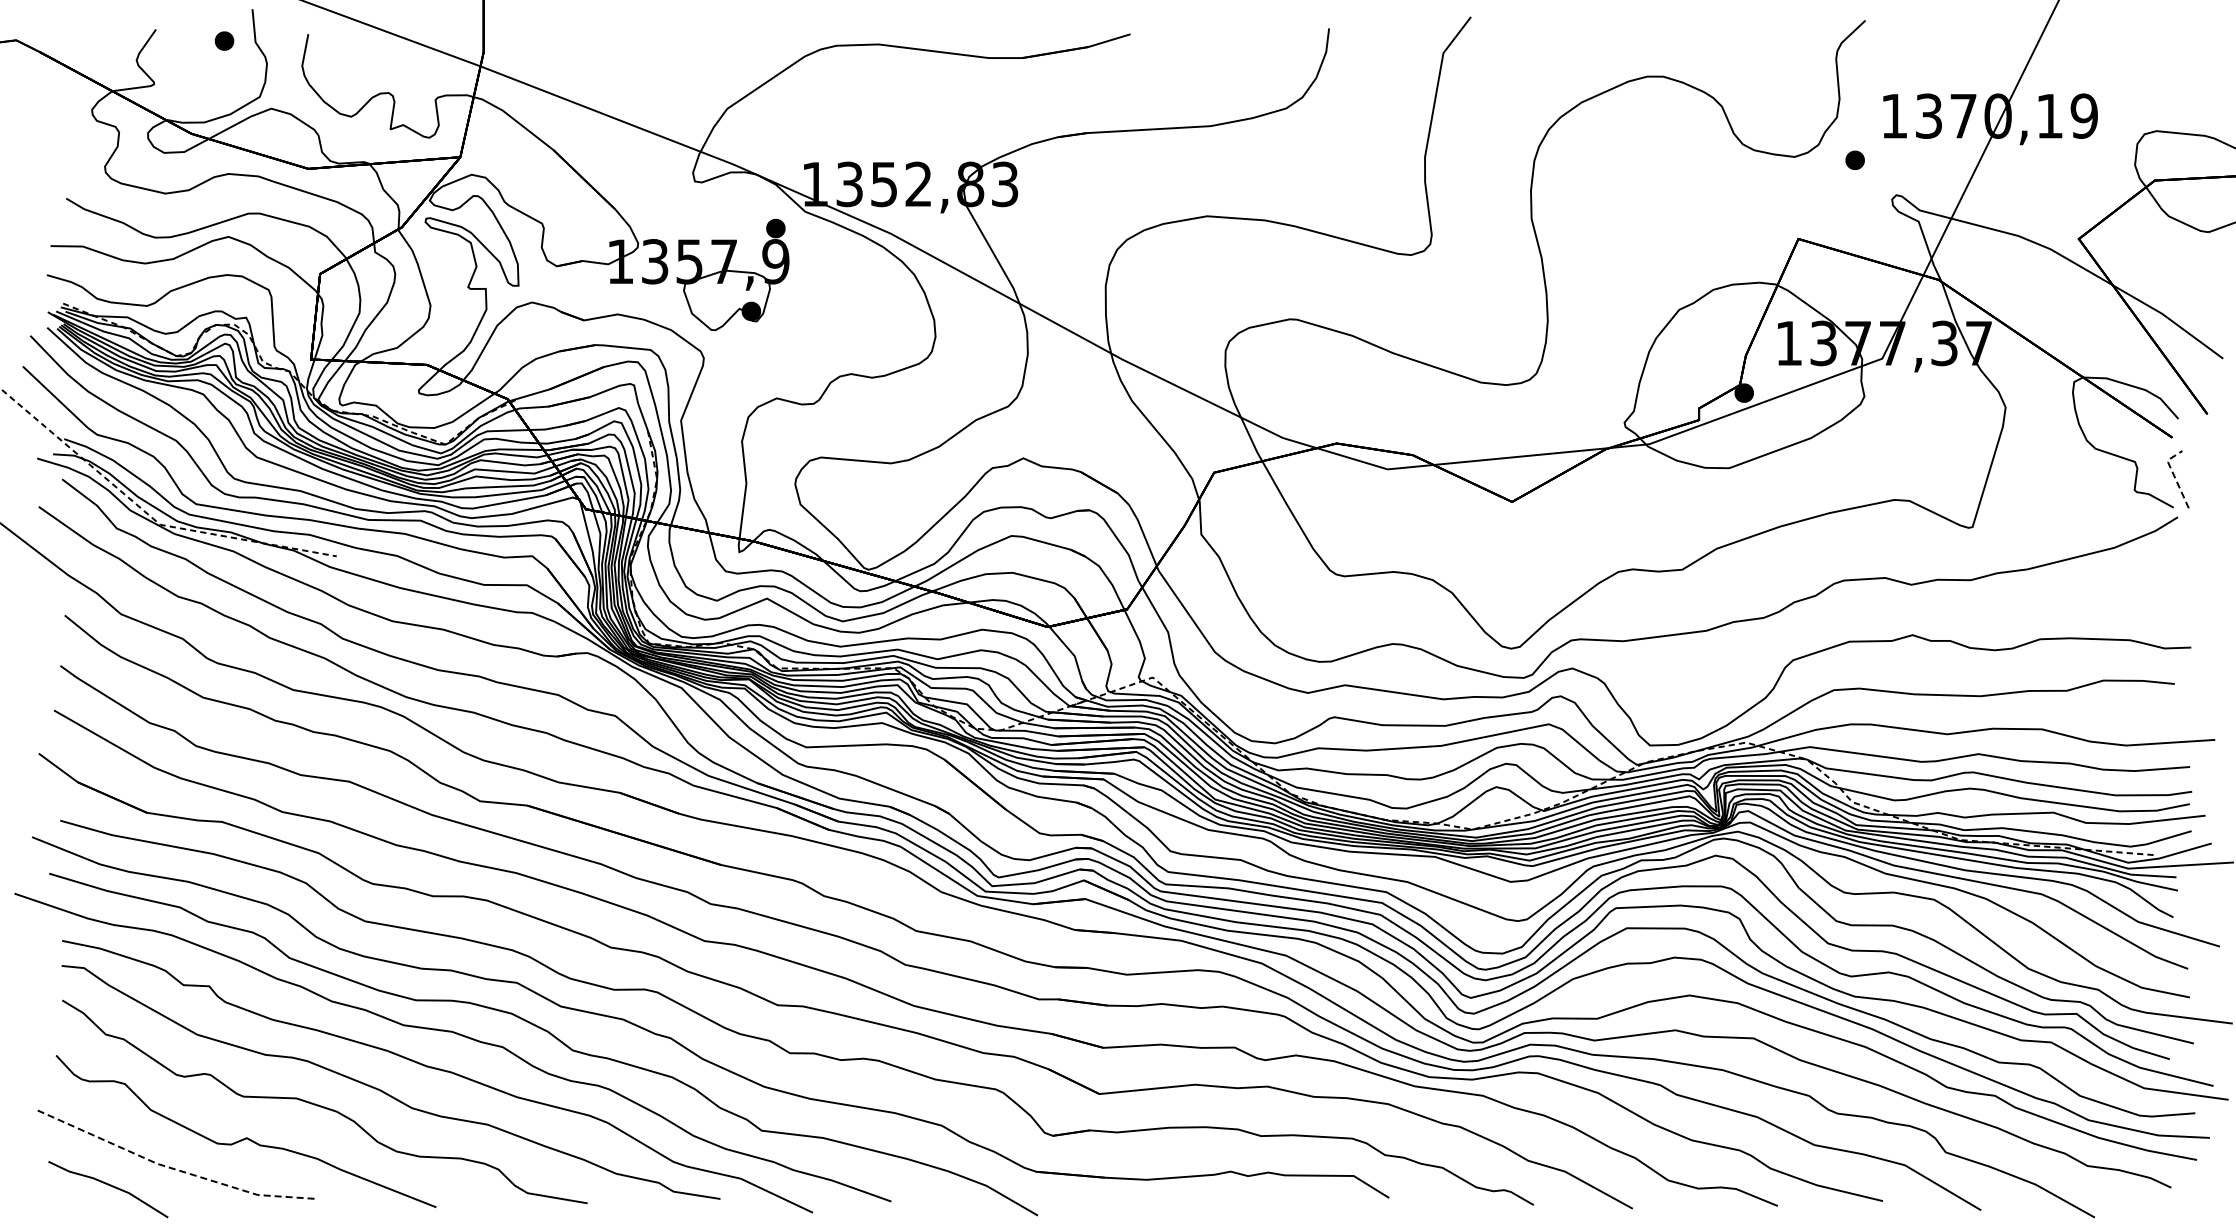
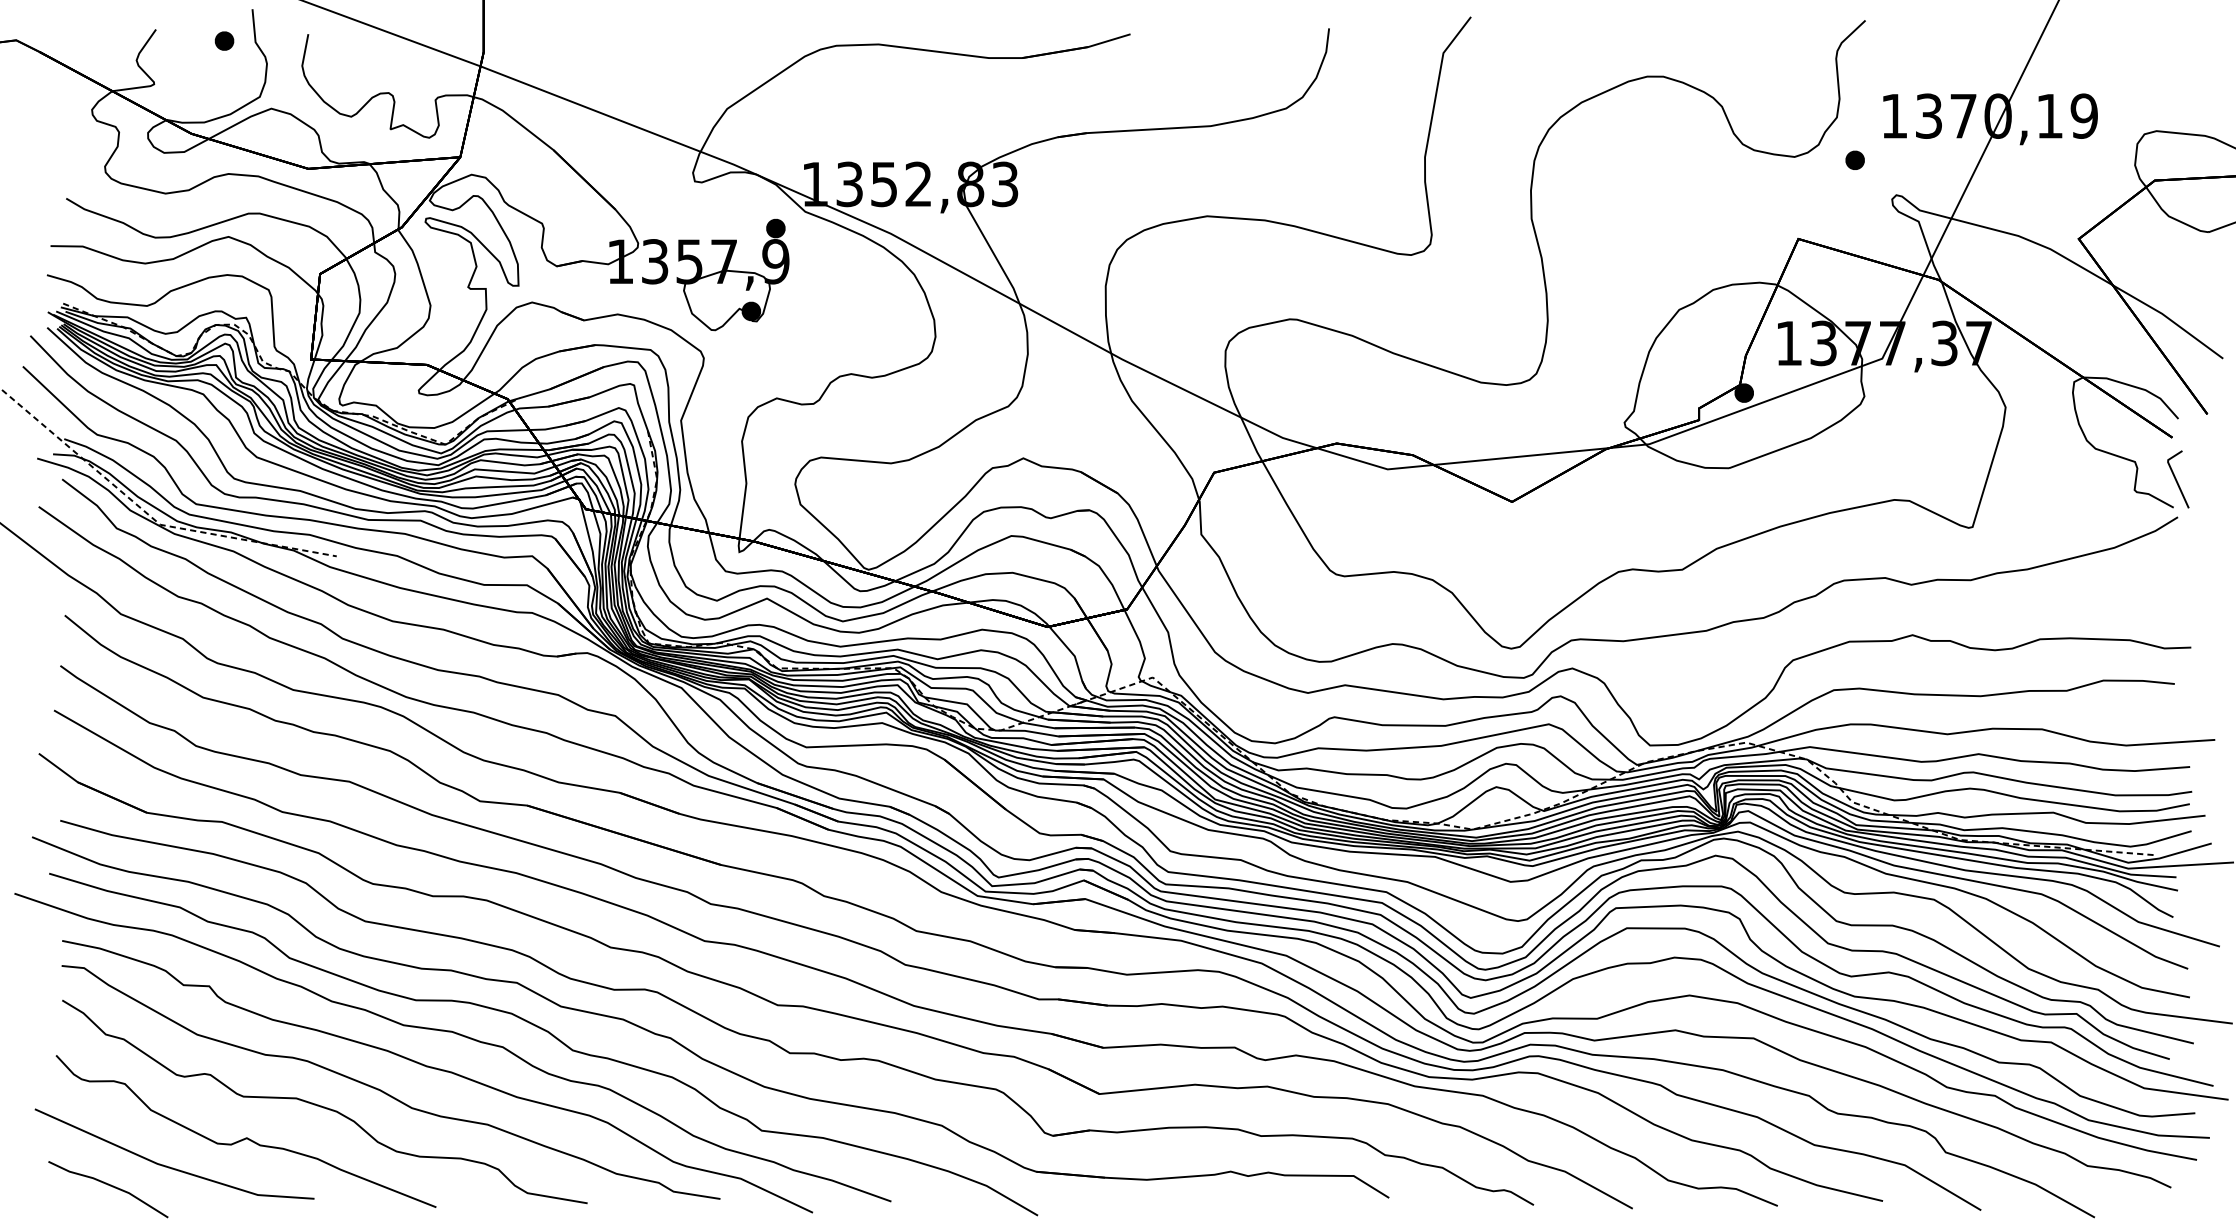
line at (2173, 474): dashed -> solid
line at (170, 1168): dashed -> solid
